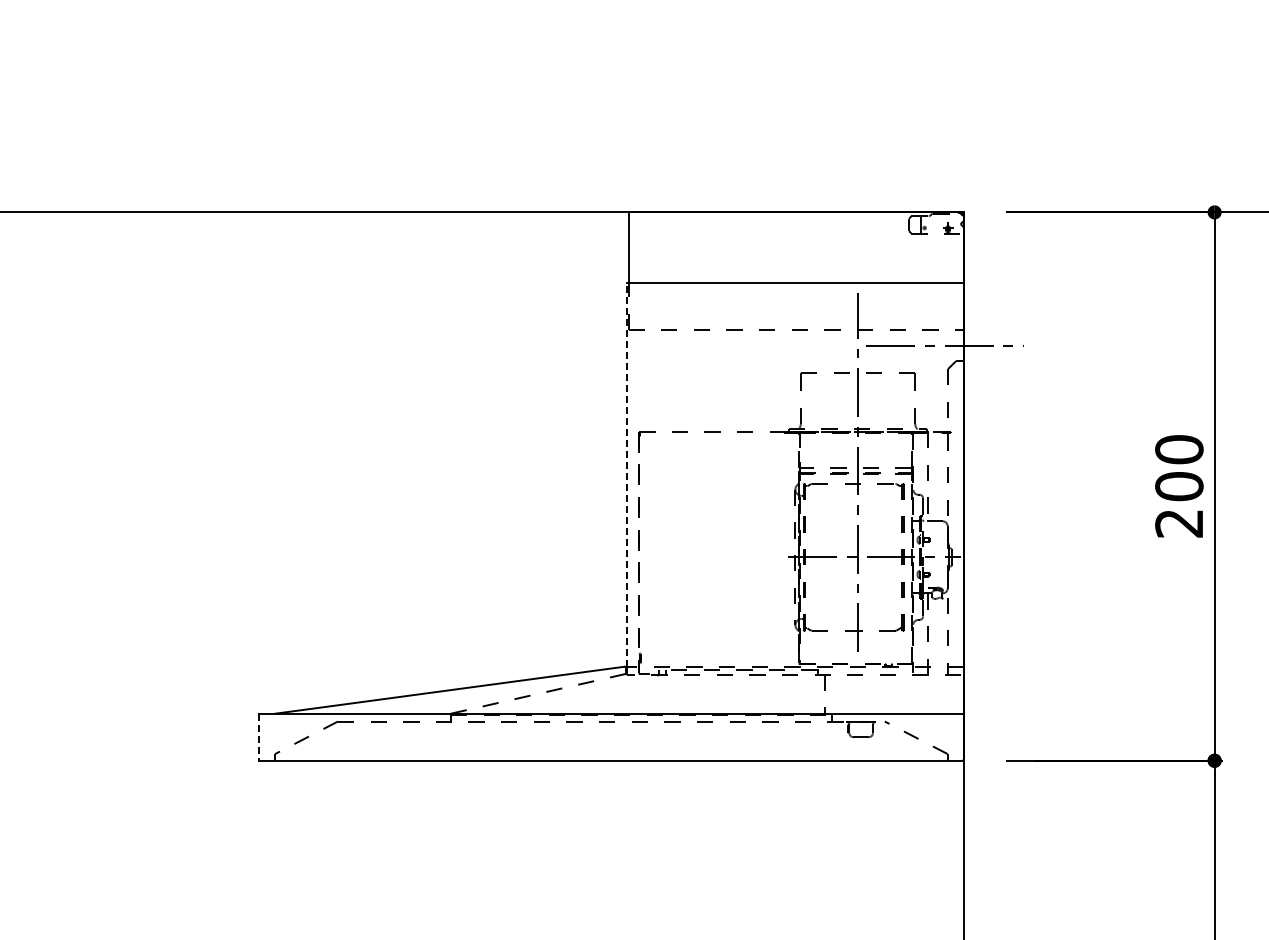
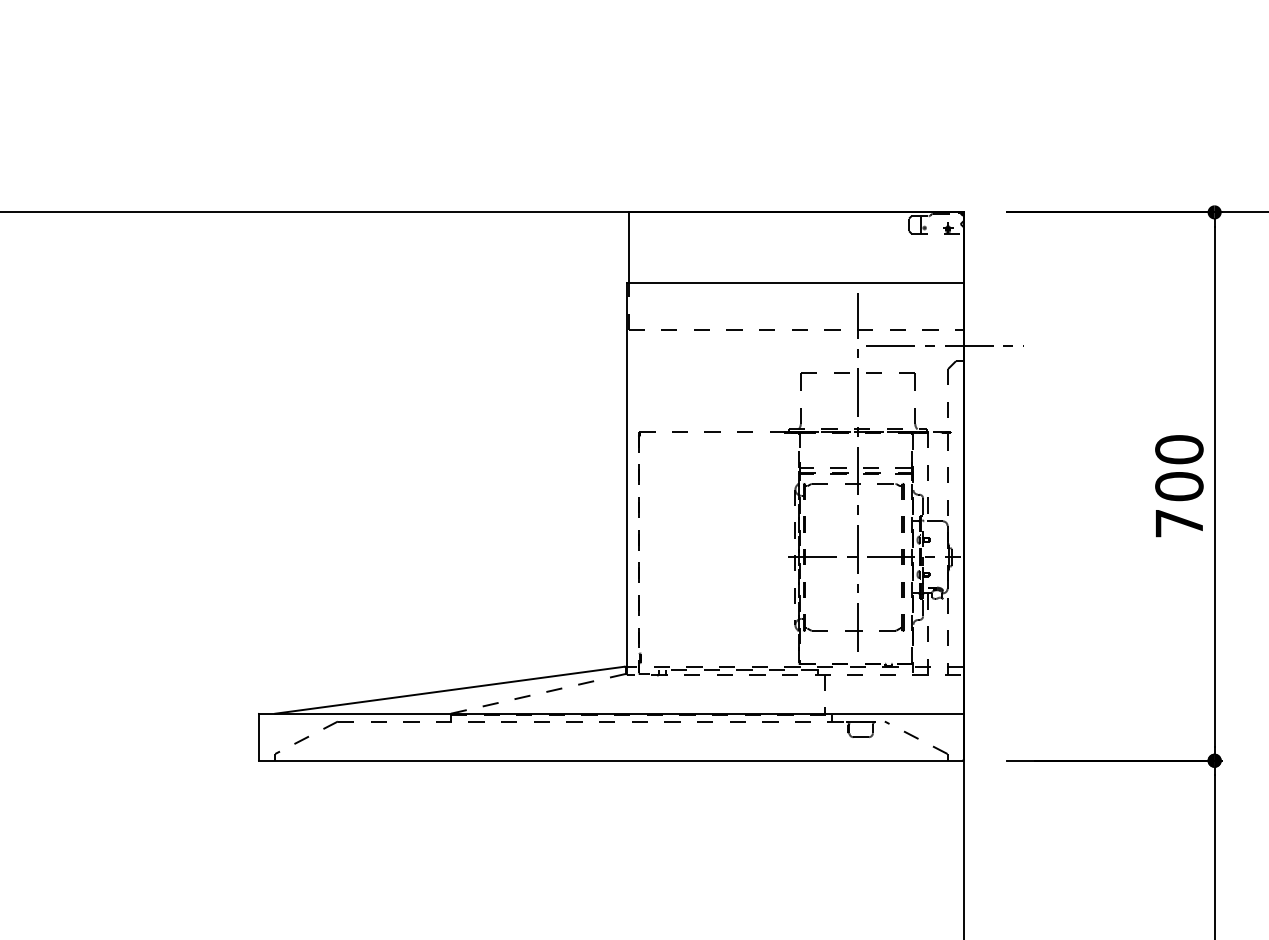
line at (626, 474): dashed -> solid
text at (1178, 523): 200 -> 700
line at (258, 737): dashed -> solid
